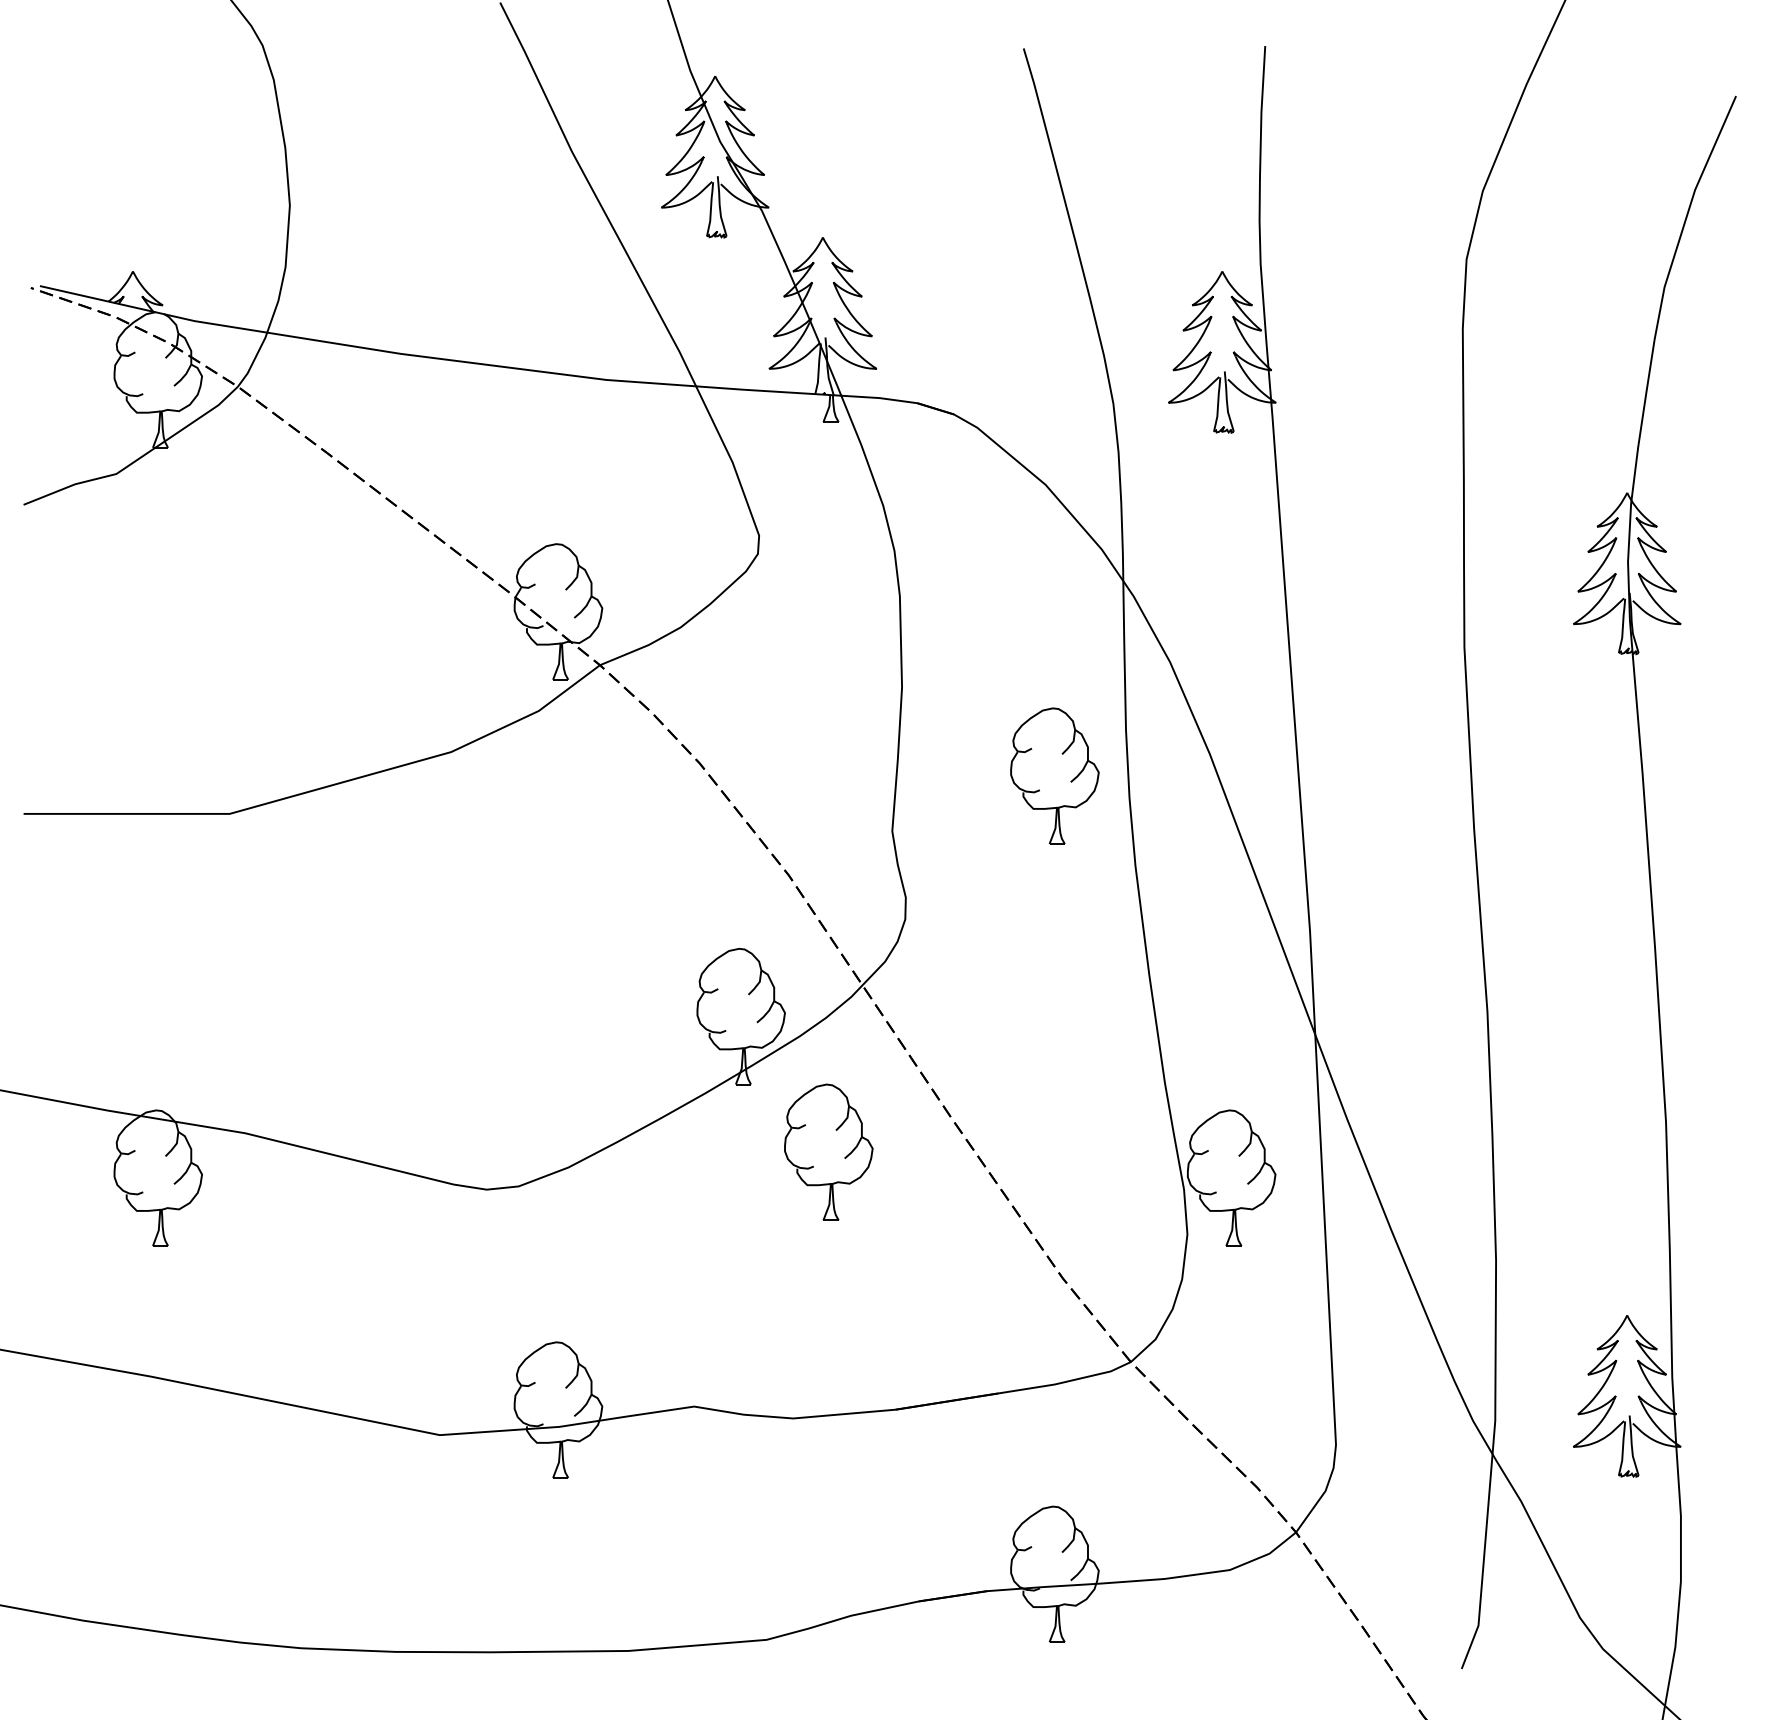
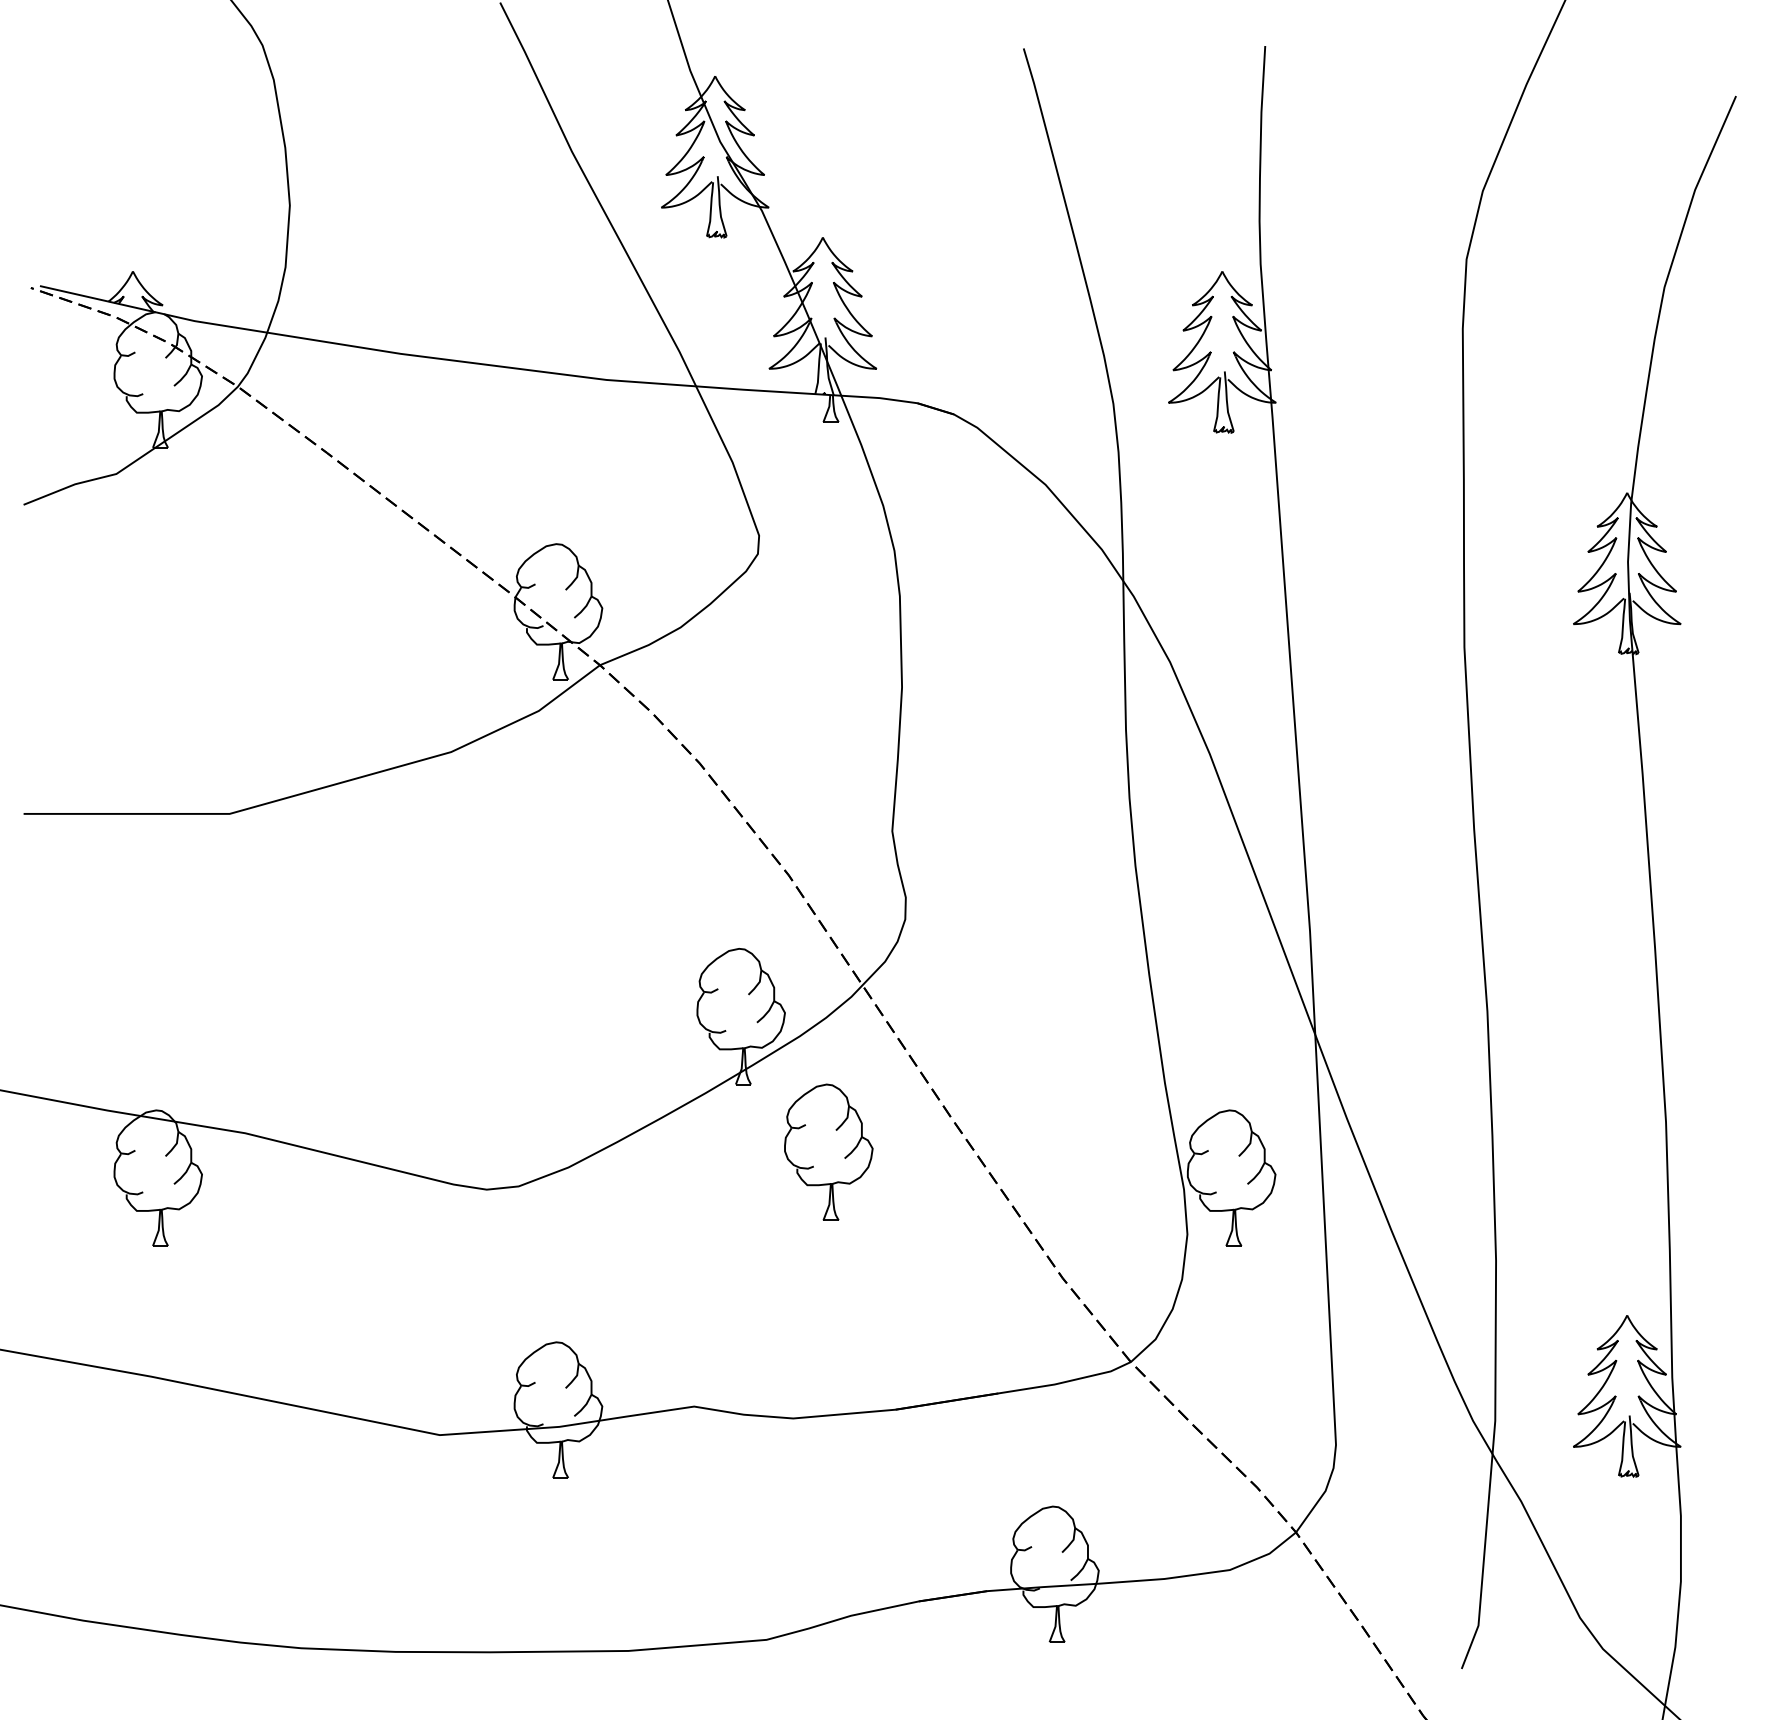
part at (1054, 775): present -> none
